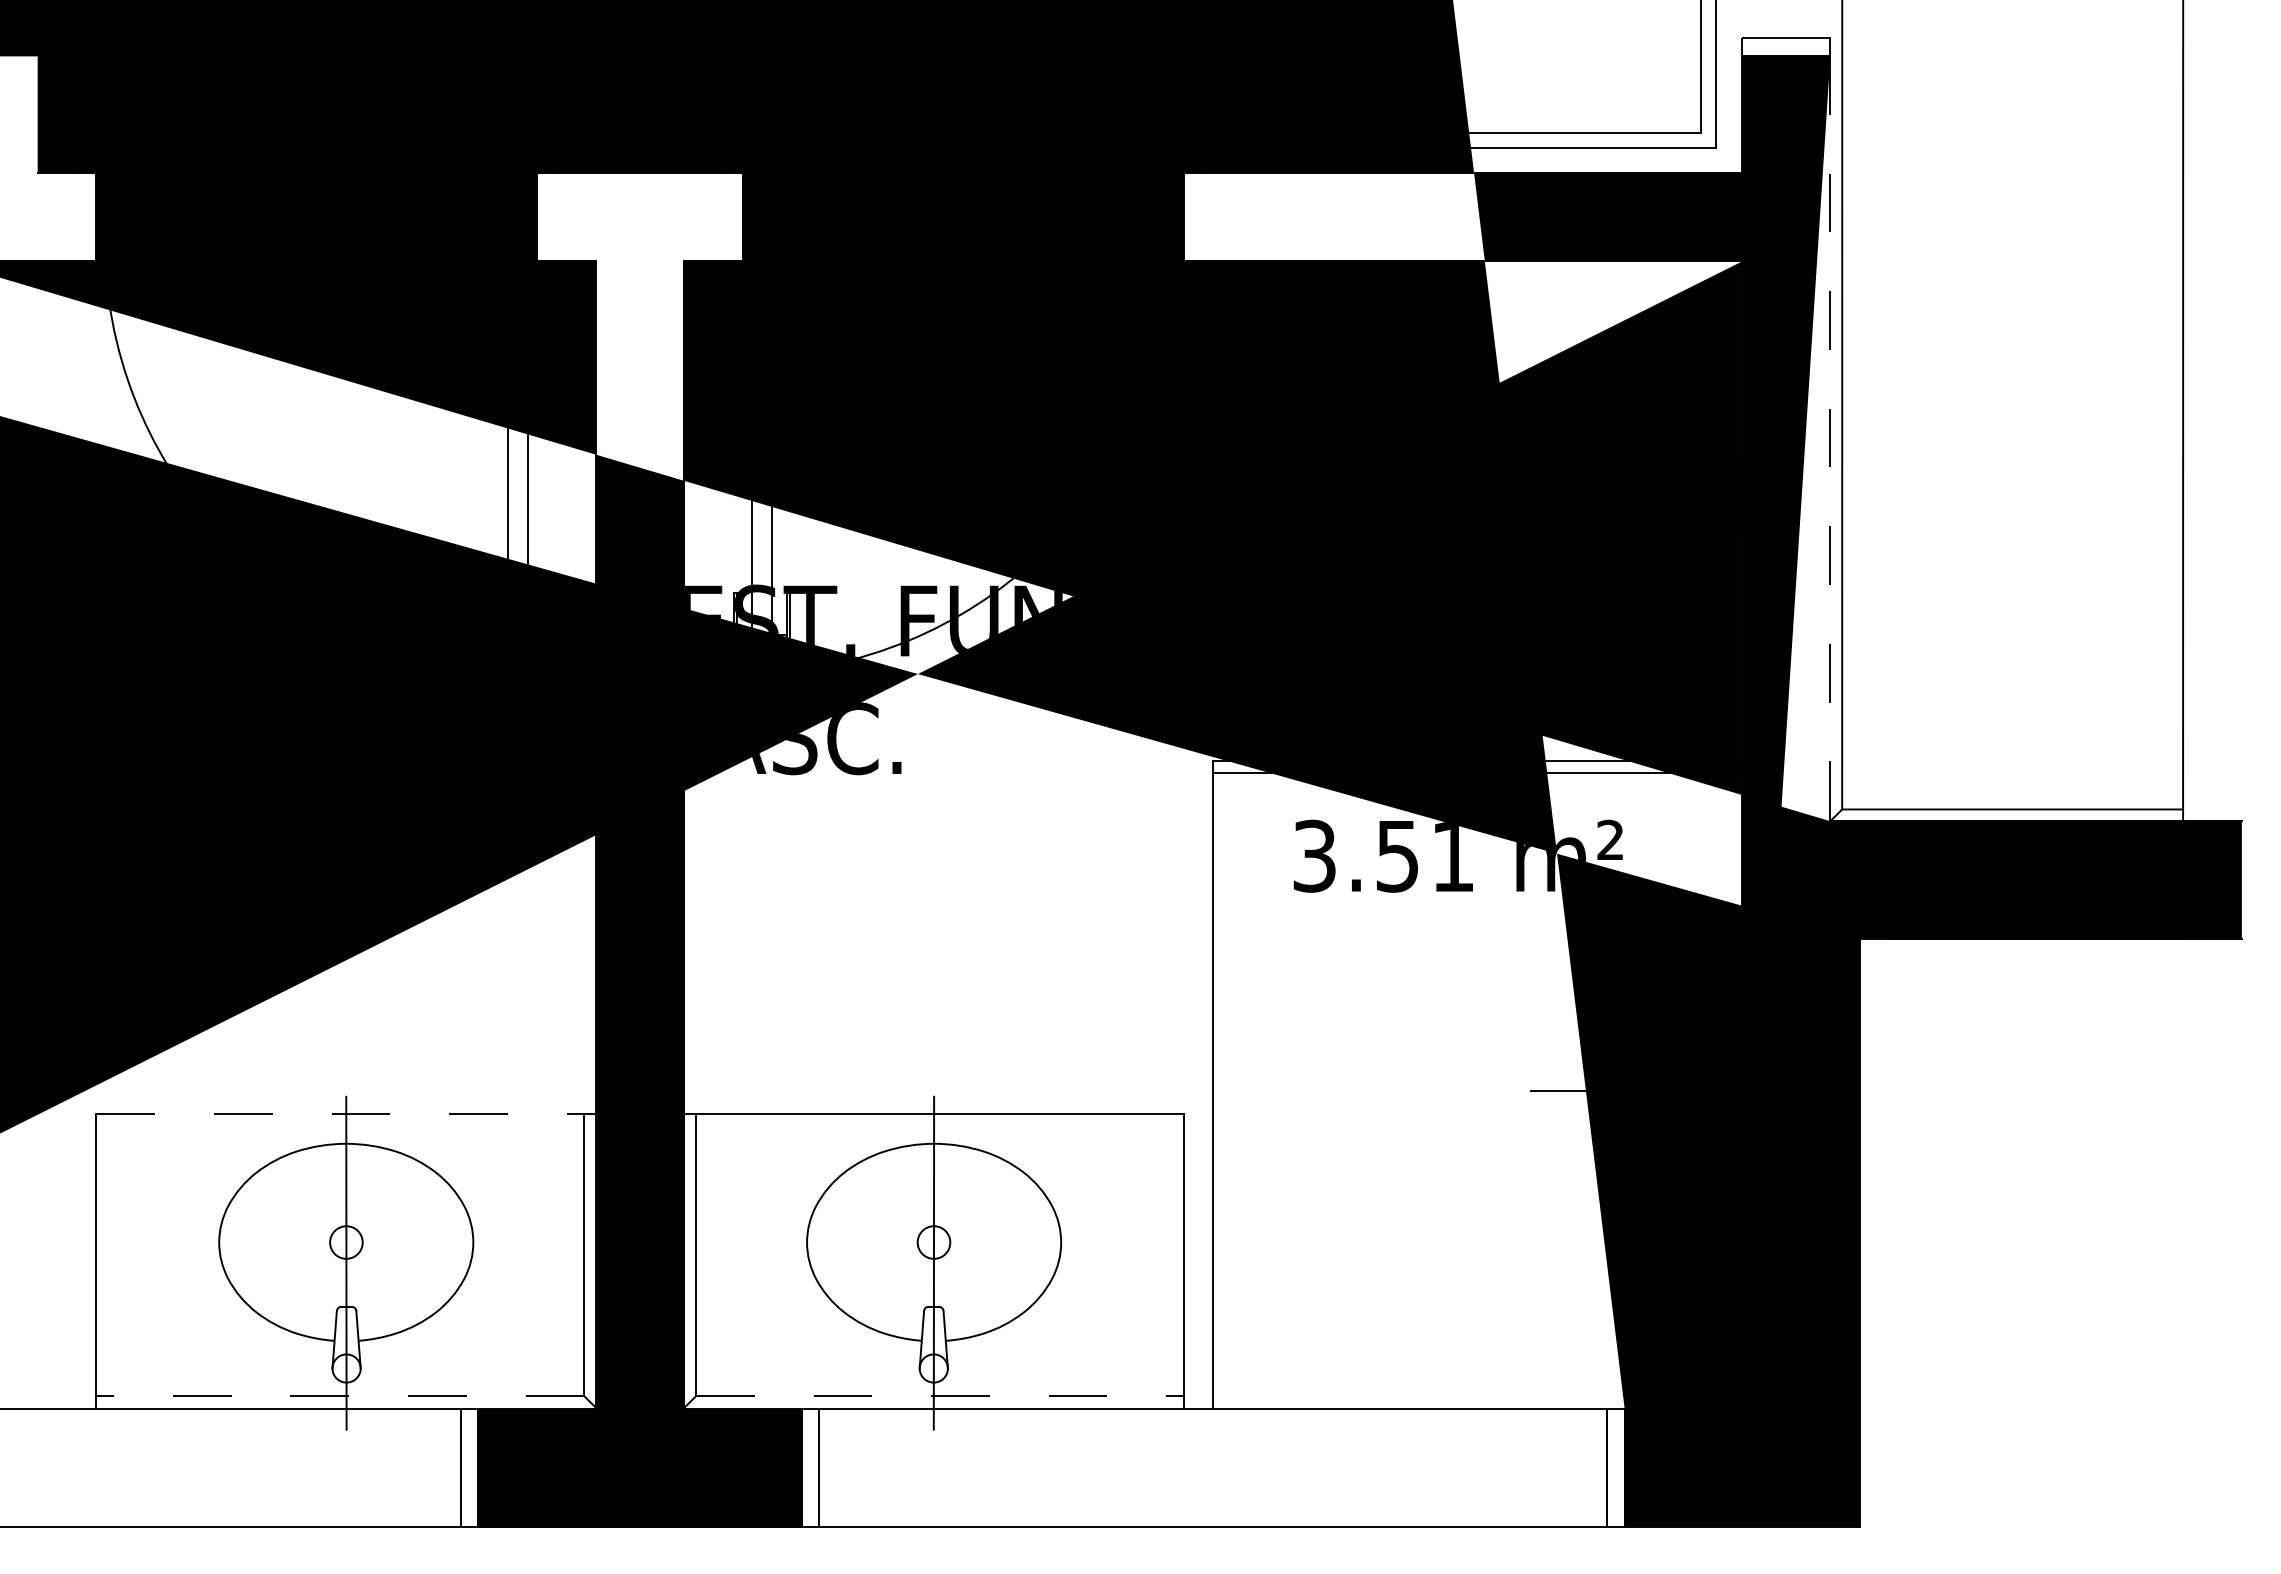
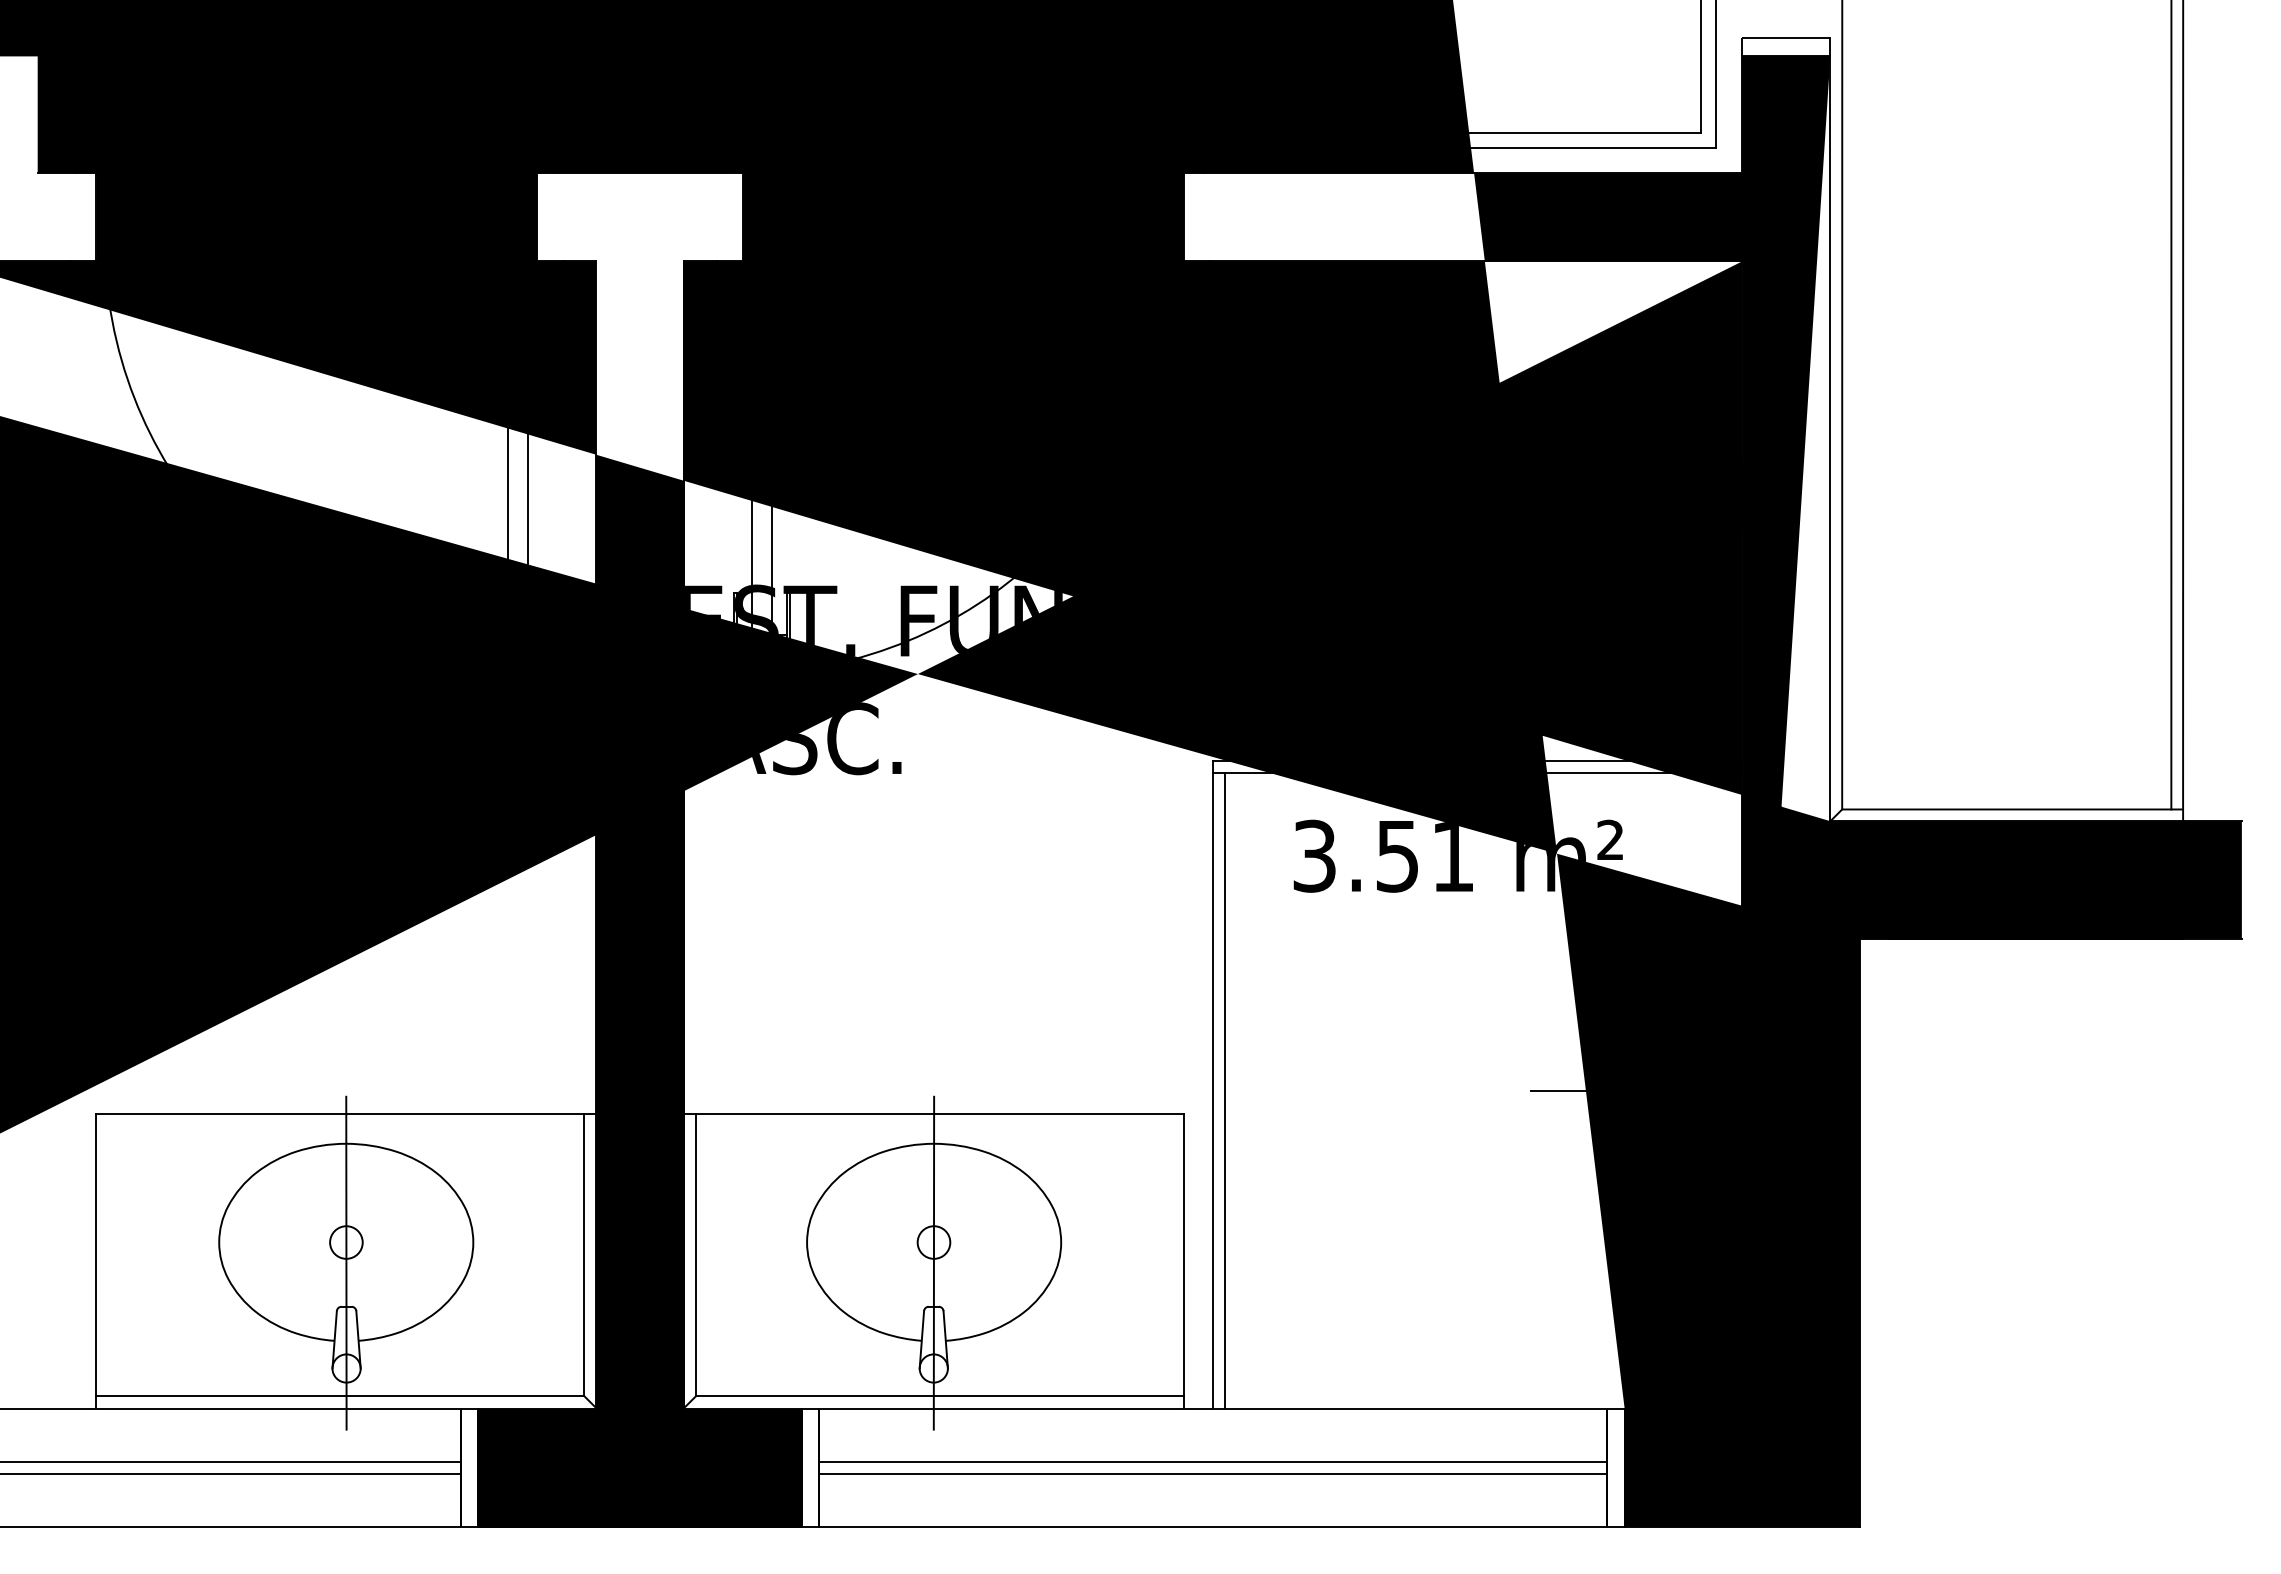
line at (2171, 405): none -> present
line at (1830, 438): dashed -> solid
line at (1225, 1089): none -> present
line at (346, 1114): dashed -> solid
line at (340, 1396): dashed -> solid
line at (939, 1396): dashed -> solid
line at (231, 1461): none -> present
line at (1213, 1461): none -> present
line at (231, 1473): none -> present
line at (1213, 1473): none -> present
